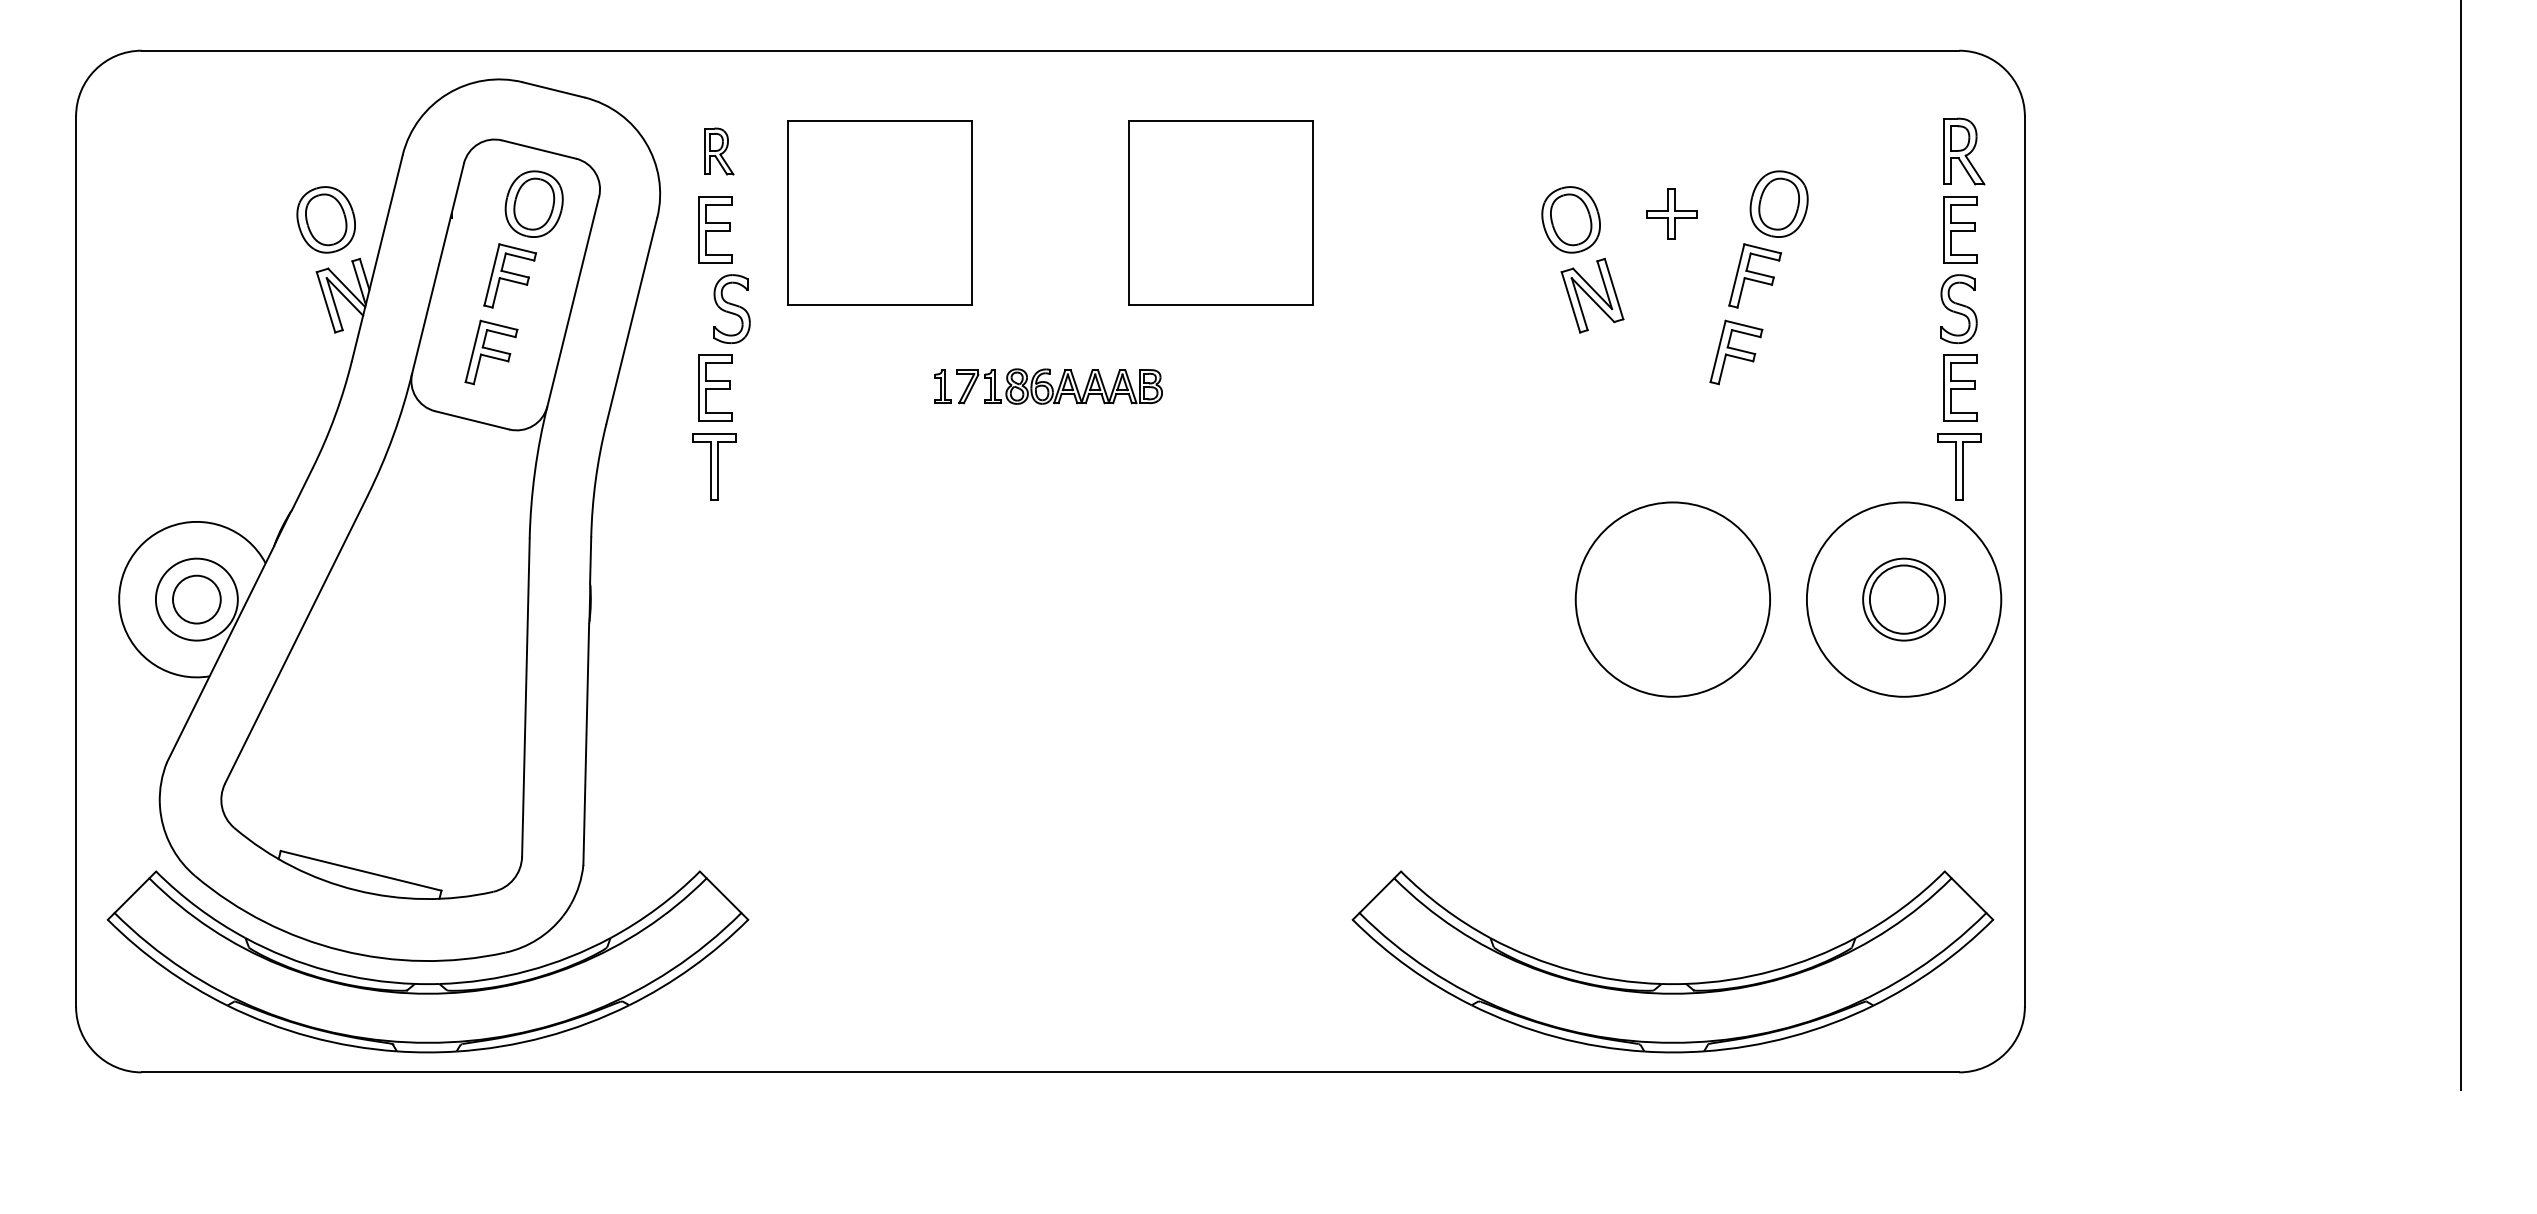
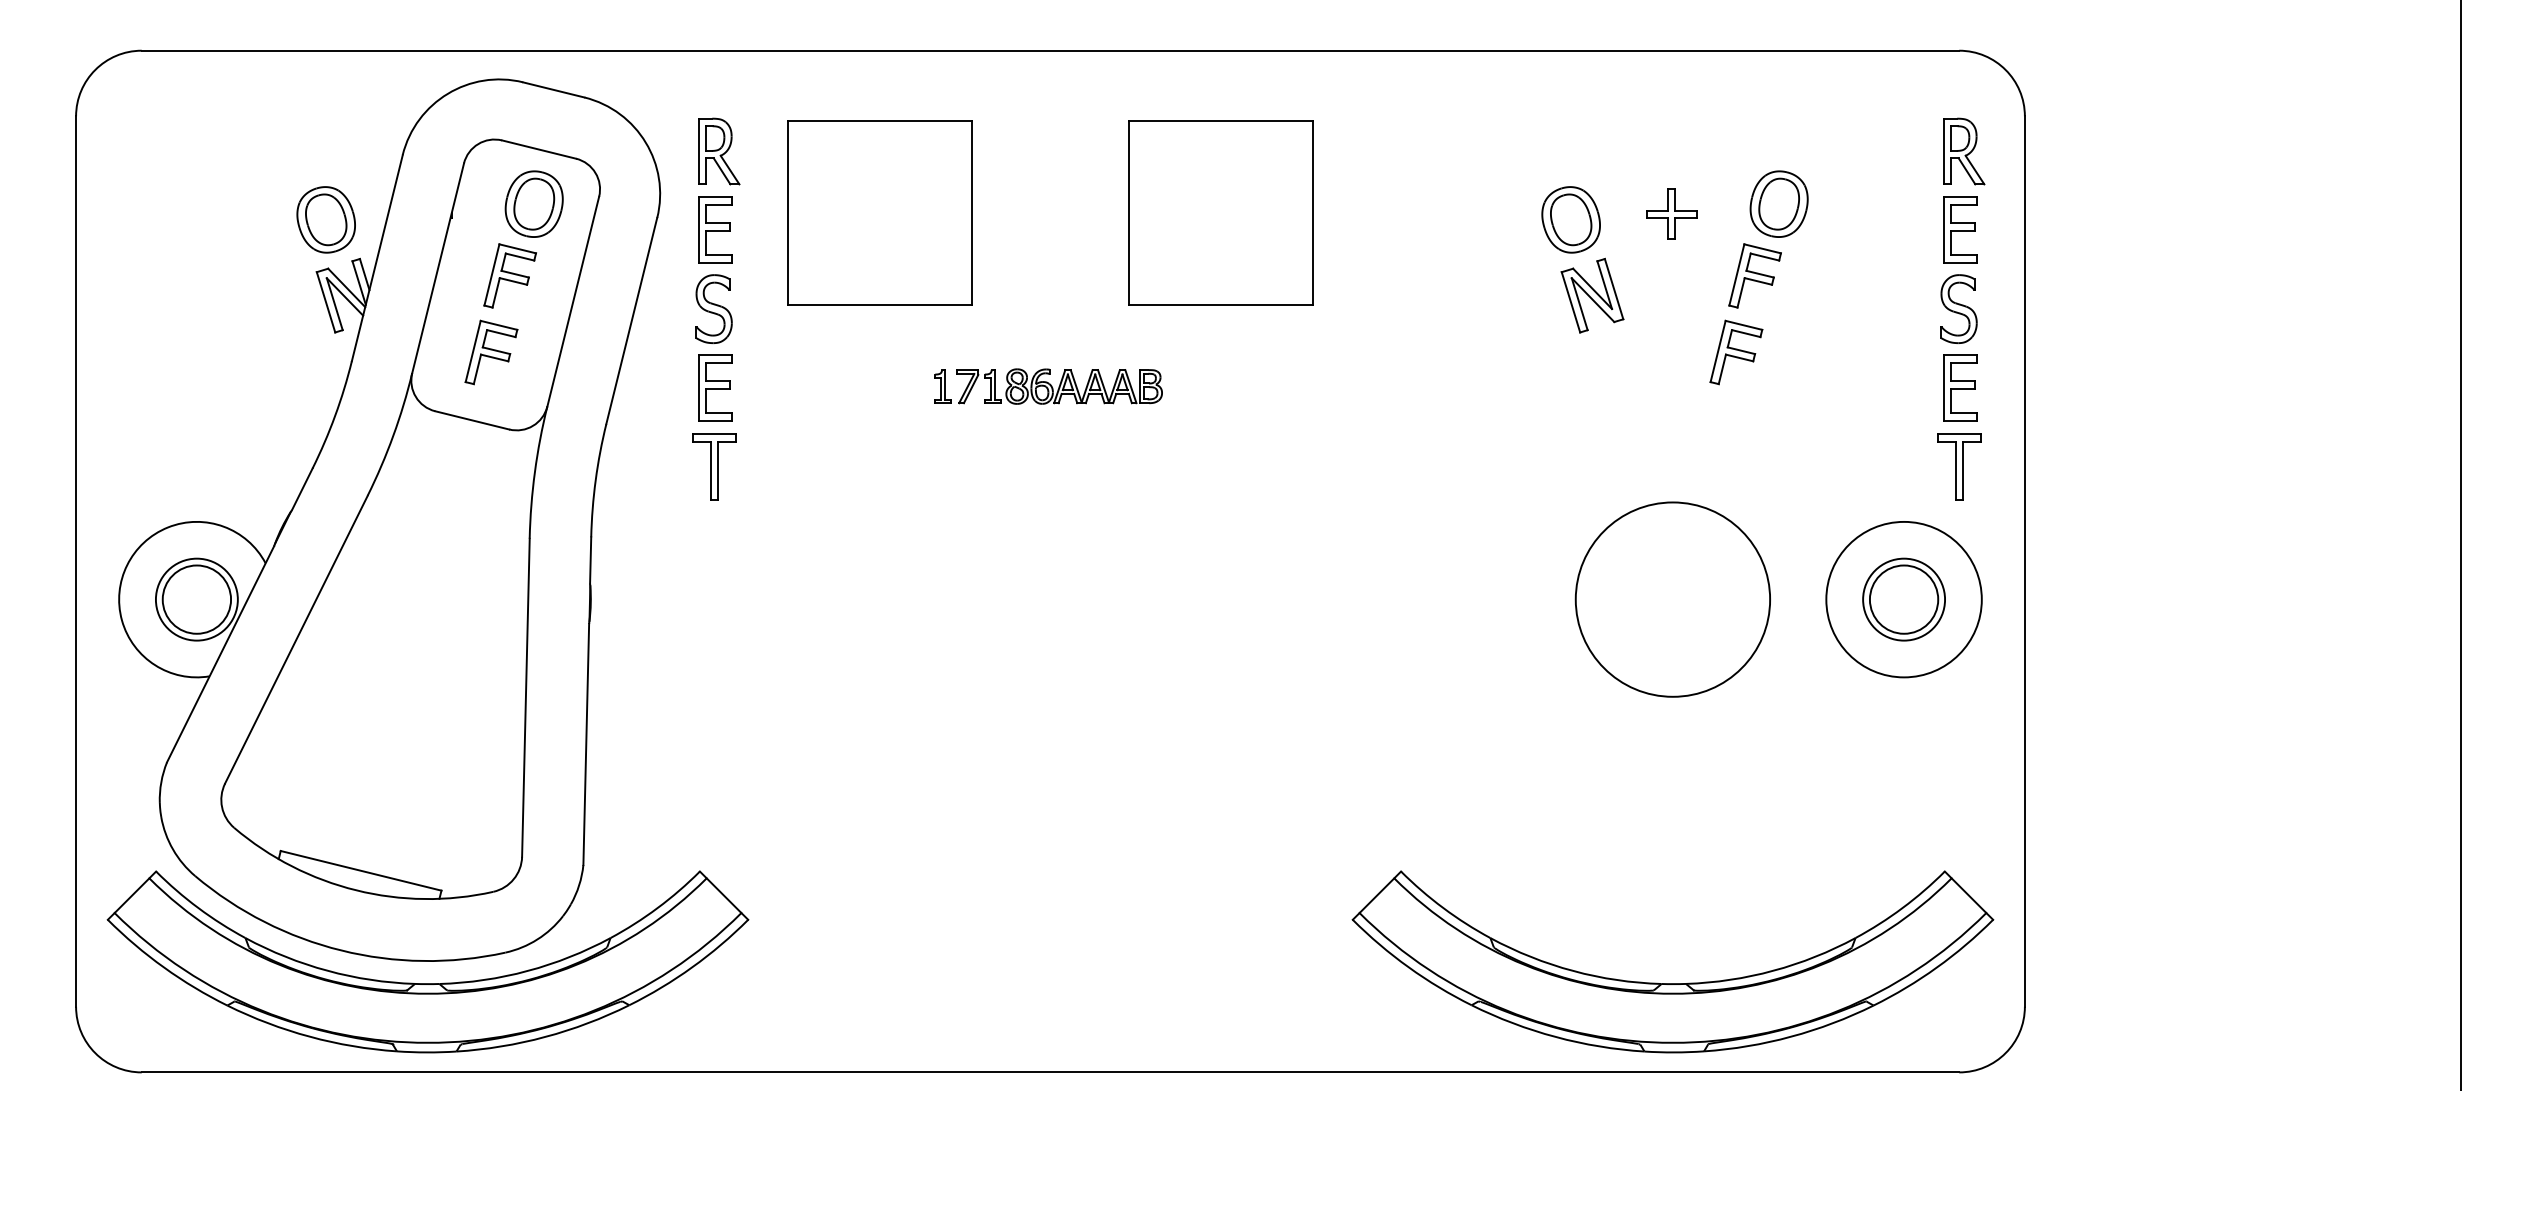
part at (719, 151) size: 31x49 px -> 43x69 px
part at (731, 308) position: (731, 308) -> (713, 308)
circle at (196, 599) diameter: 48 px -> 68 px
circle at (1903, 599) diameter: 194 px -> 155 px
